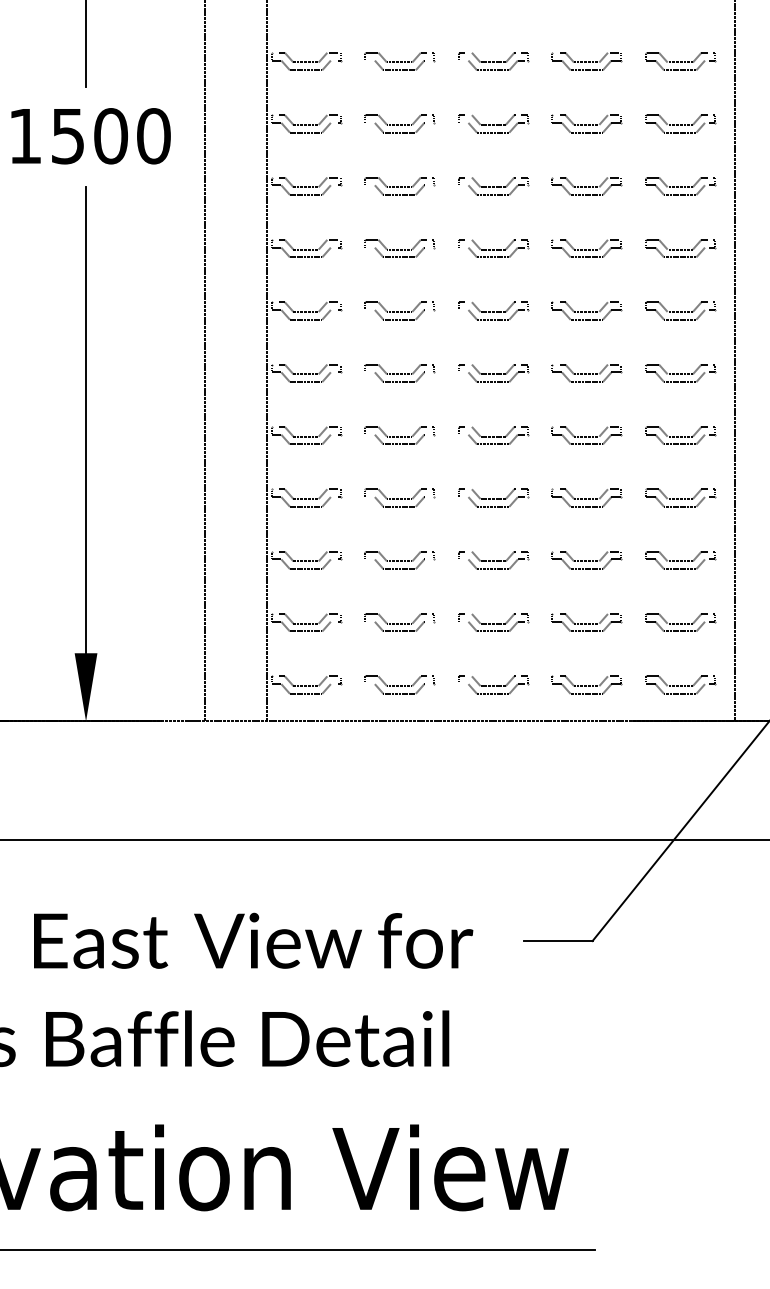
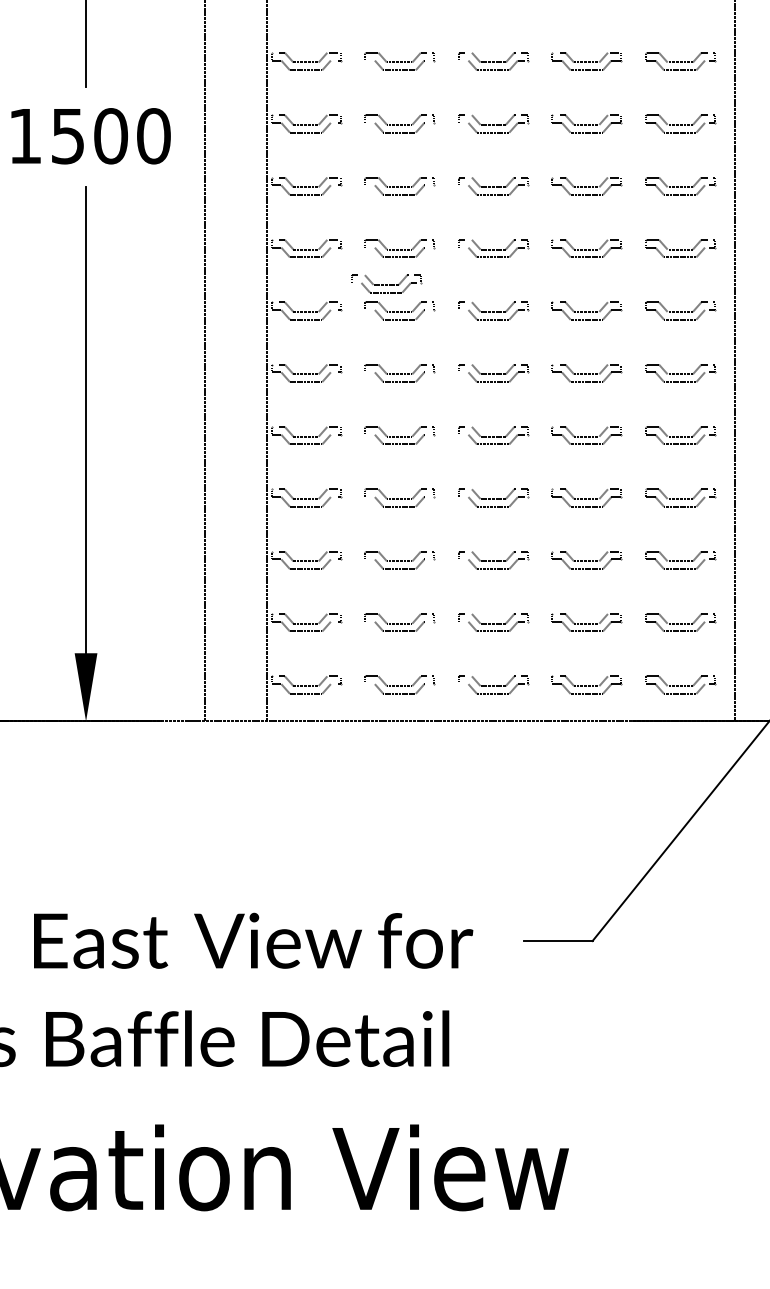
part at (386, 283): none -> present
line at (384, 839): present -> none
line at (298, 1250): present -> none
